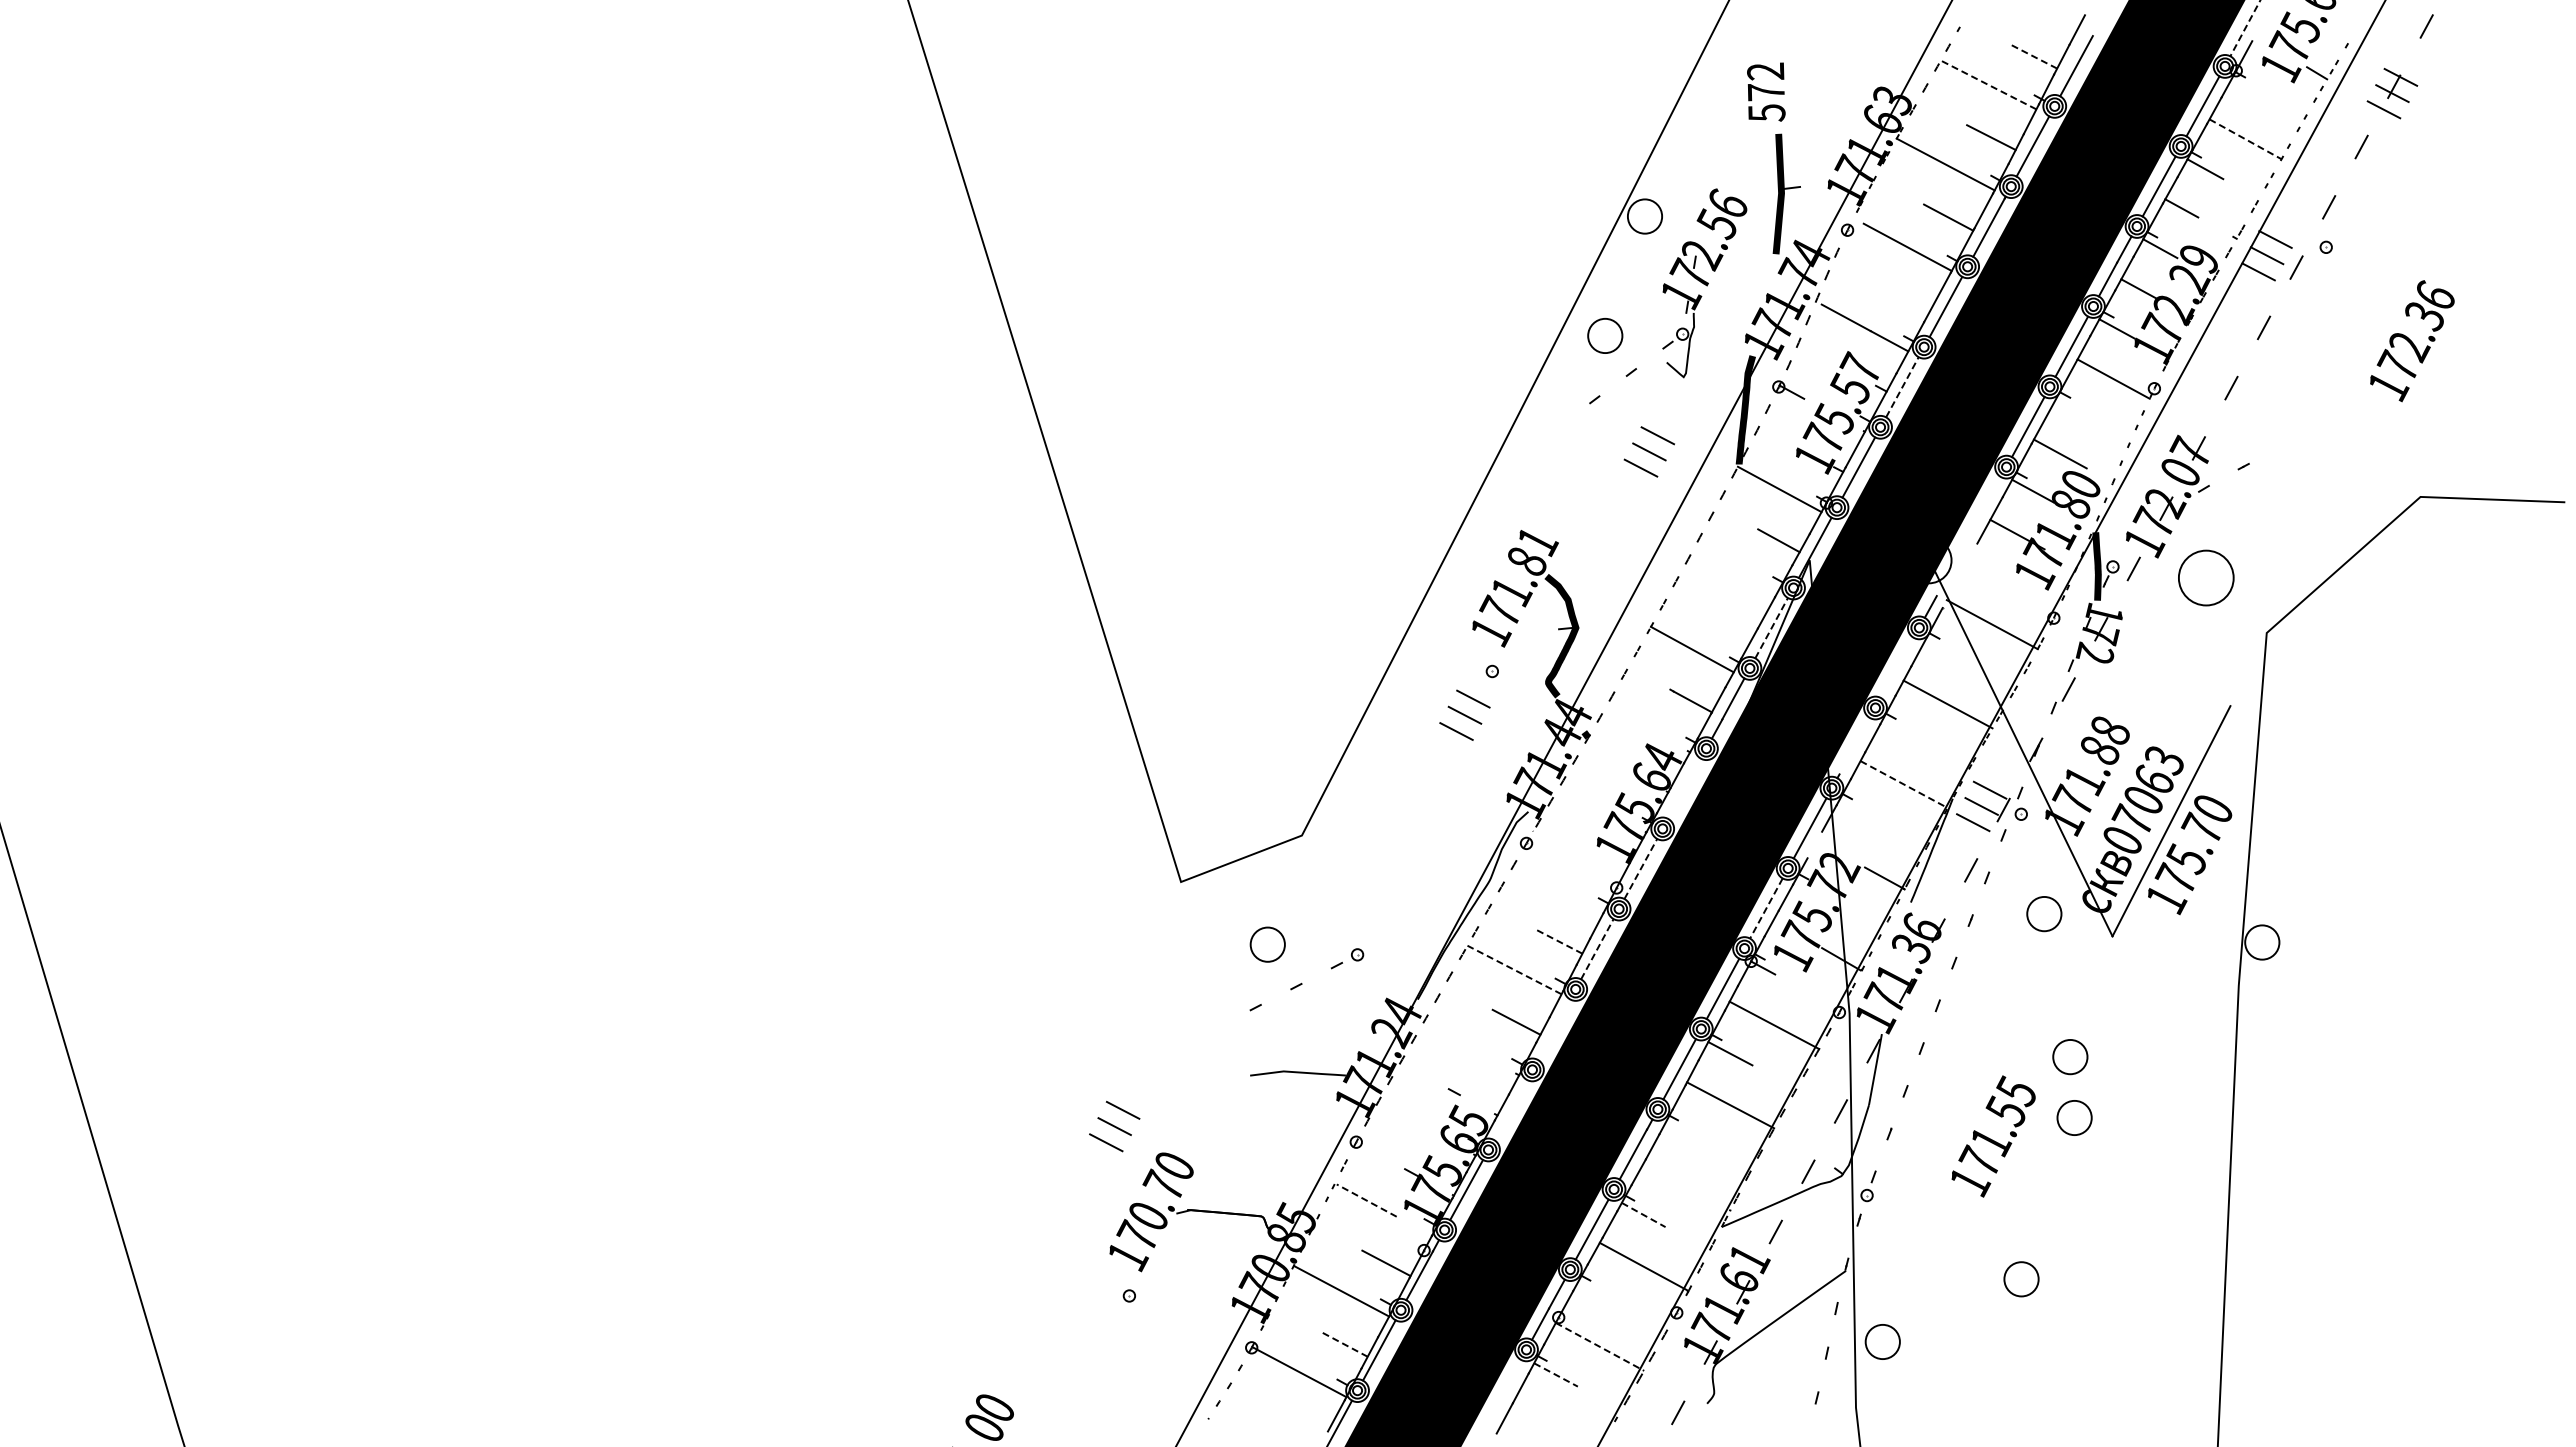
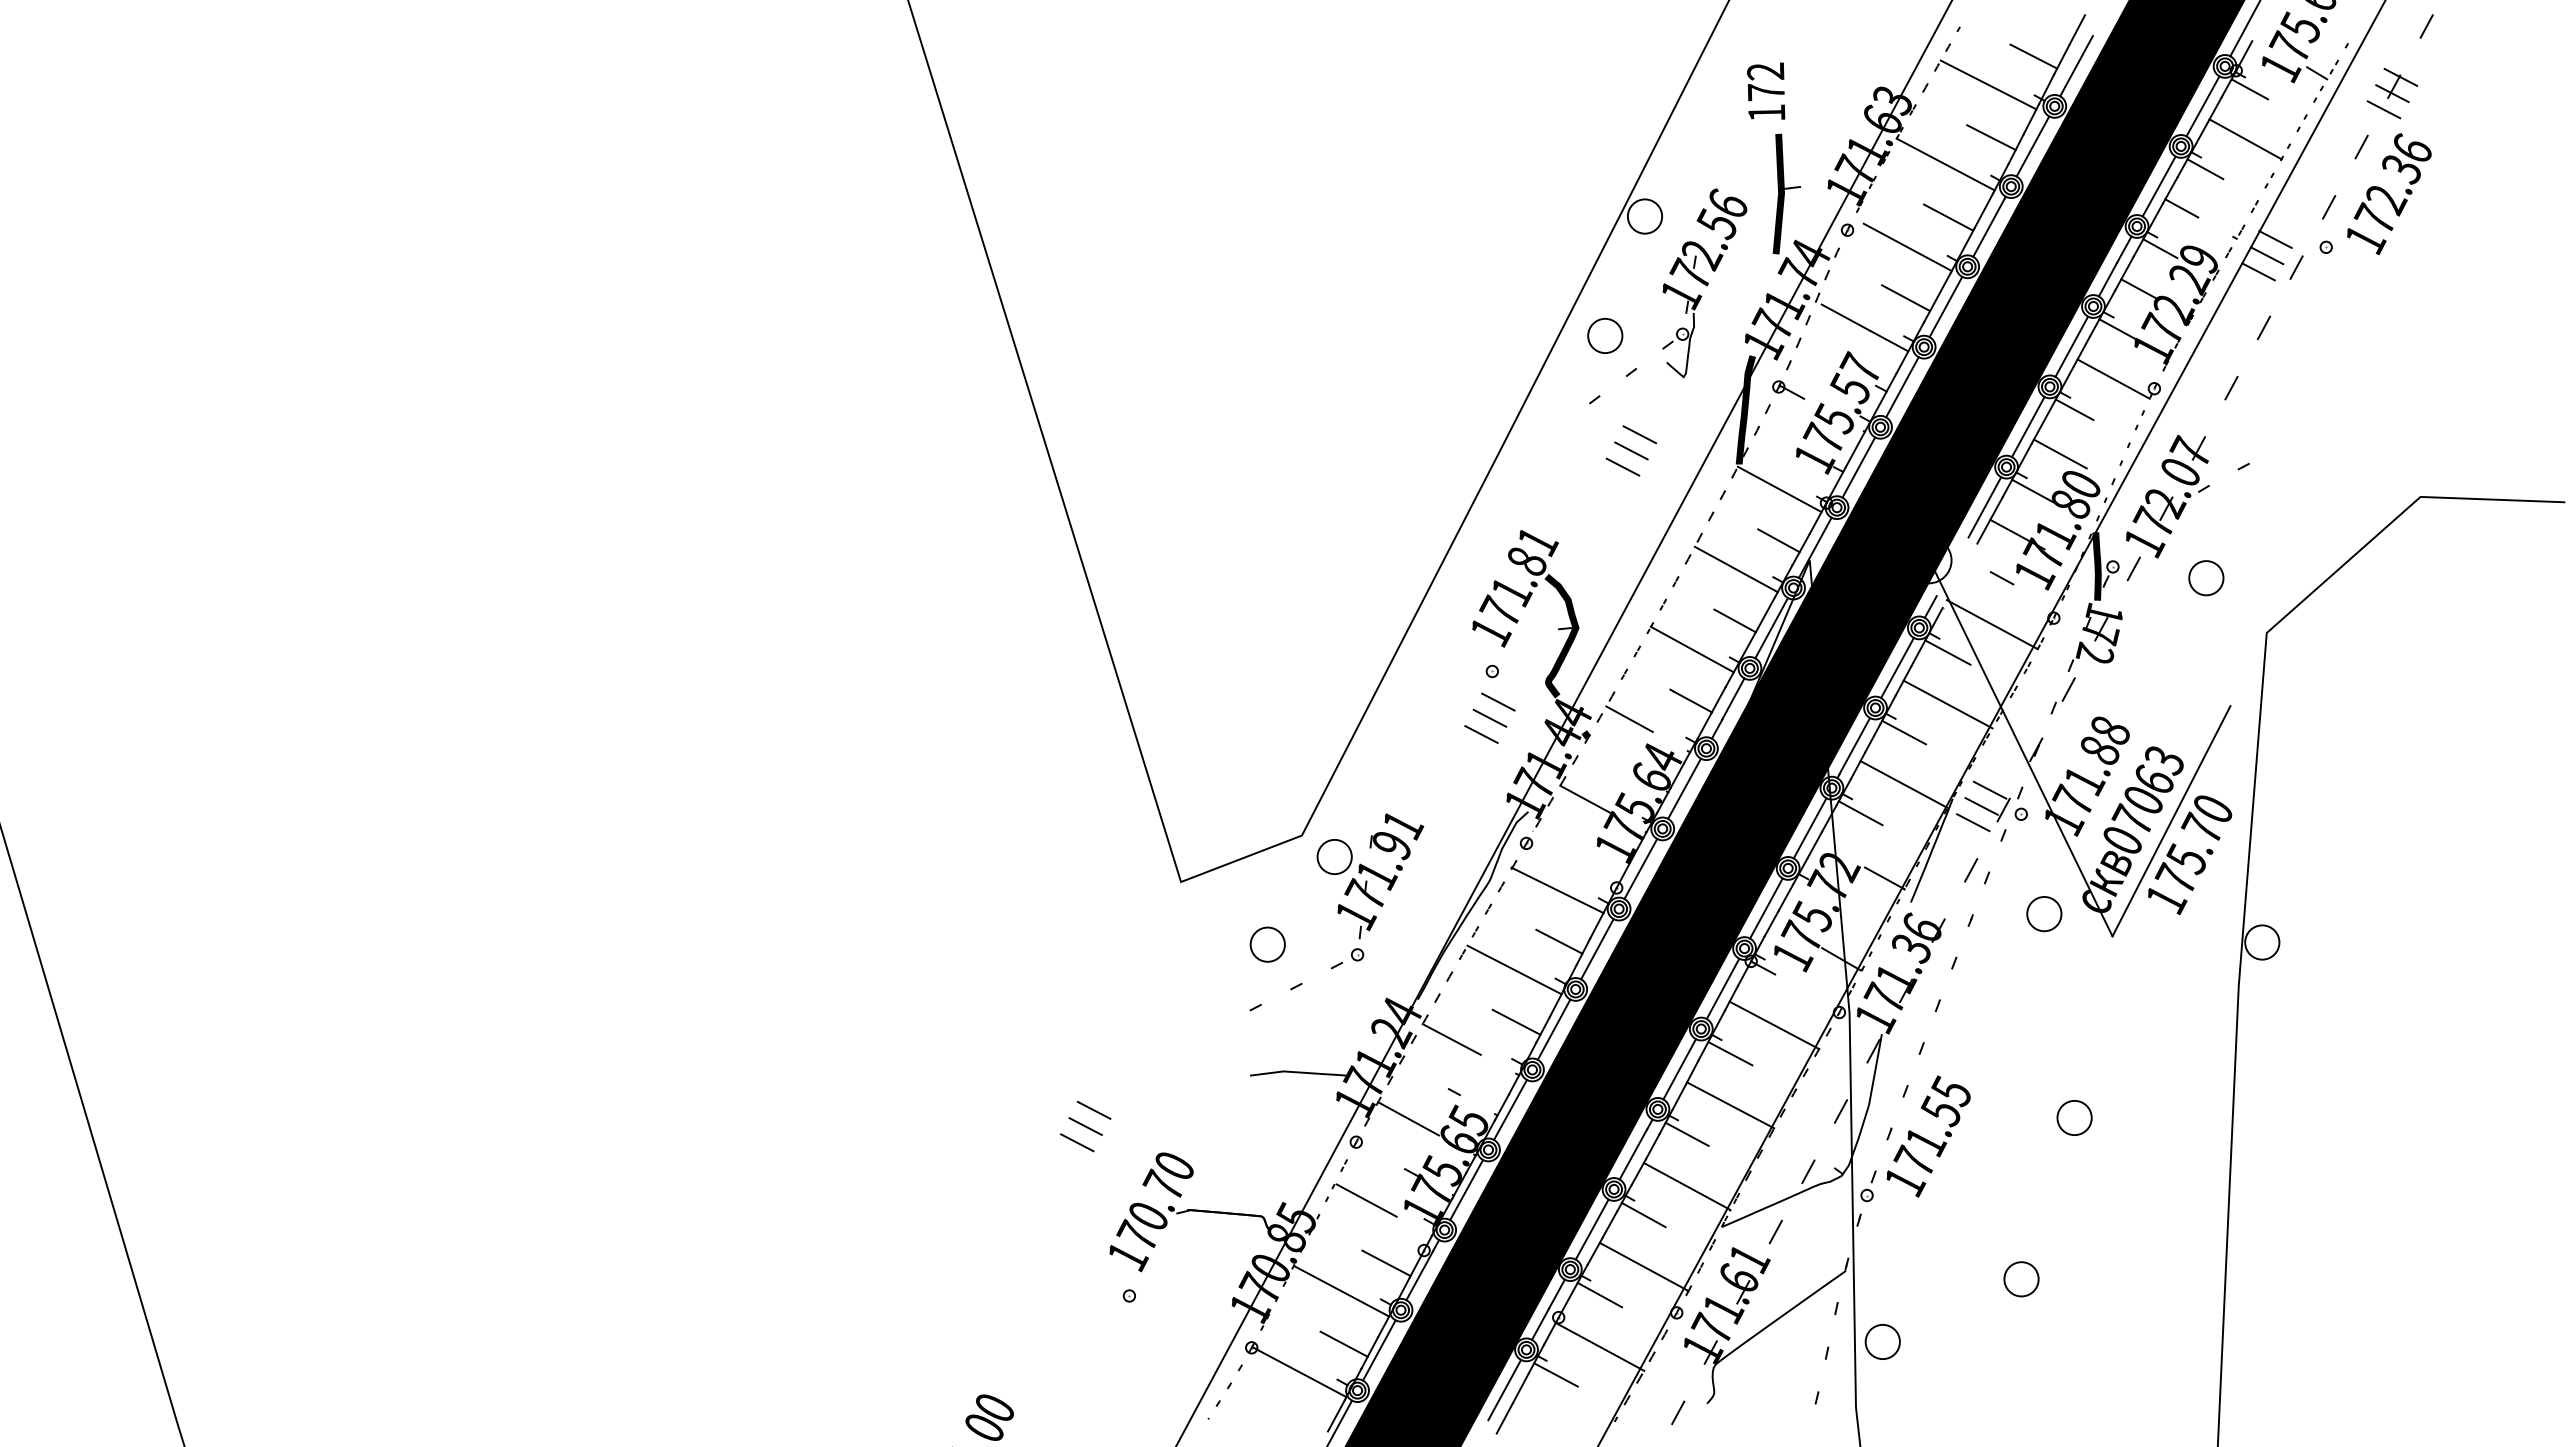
line at (2245, 28): dashed -> solid
line at (2033, 56): dashed -> solid
line at (1988, 84): dashed -> solid
line at (2249, 89): none -> present
text at (1766, 112): 572 -> 172
line at (2246, 139): dashed -> solid
line at (1906, 298): none -> present
text at (2412, 341) position: (2412, 341) -> (2389, 194)
line at (1902, 386): dashed -> solid
line at (2074, 409): none -> present
part at (1648, 451) position: (1648, 451) -> (1630, 450)
line at (1984, 507): none -> present
line at (1735, 569): none -> present
part at (2206, 577) size: 57x58 px -> 37x37 px
line at (2001, 578): none -> present
line at (1734, 620): none -> present
line at (1771, 627): dashed -> solid
line at (1947, 652): none -> present
line at (1897, 667): none -> present
part at (1464, 714) position: (1464, 714) -> (1489, 717)
line at (1629, 719): none -> present
line at (1903, 732): none -> present
line at (1854, 746): none -> present
line at (1904, 784): dashed -> solid
line at (1684, 788): none -> present
line at (1585, 799): none -> present
line at (1860, 813): none -> present
line at (1814, 844): none -> present
line at (1641, 868): dashed -> solid
part at (1370, 876): none -> present
line at (1557, 890): none -> present
line at (1766, 909): dashed -> solid
line at (1559, 941): dashed -> solid
line at (1597, 948): dashed -> solid
line at (1514, 969): dashed -> solid
line at (1553, 1029): none -> present
line at (1451, 1039): none -> present
part at (2070, 1057): present -> none
line at (1509, 1109): none -> present
line at (1408, 1118): none -> present
part at (1114, 1126) position: (1114, 1126) -> (1085, 1126)
line at (1686, 1133): none -> present
text at (1993, 1136) position: (1993, 1136) -> (1928, 1136)
line at (1686, 1185): none -> present
line at (1366, 1200): dashed -> solid
line at (1643, 1215): dashed -> solid
line at (1599, 1294): none -> present
line at (1344, 1344): dashed -> solid
line at (1600, 1347): dashed -> solid
line at (1556, 1374): dashed -> solid
line at (1504, 1390): none -> present
